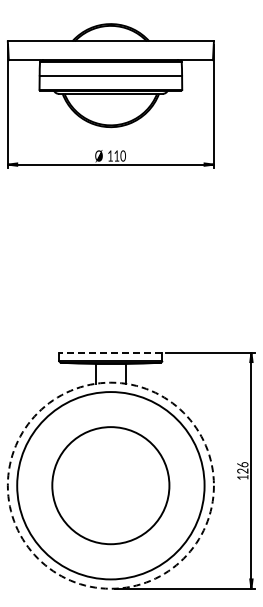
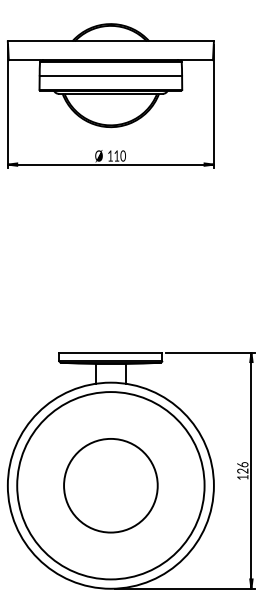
line at (110, 352): dashed -> solid
circle at (110, 485) size: 120x120 px -> 96x96 px
circle at (110, 485): dashed -> solid
